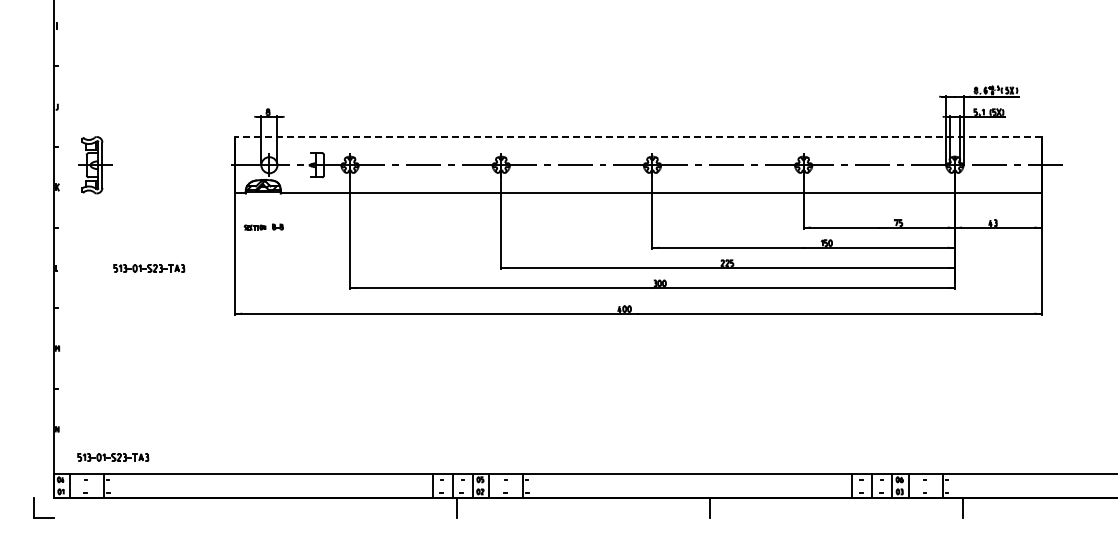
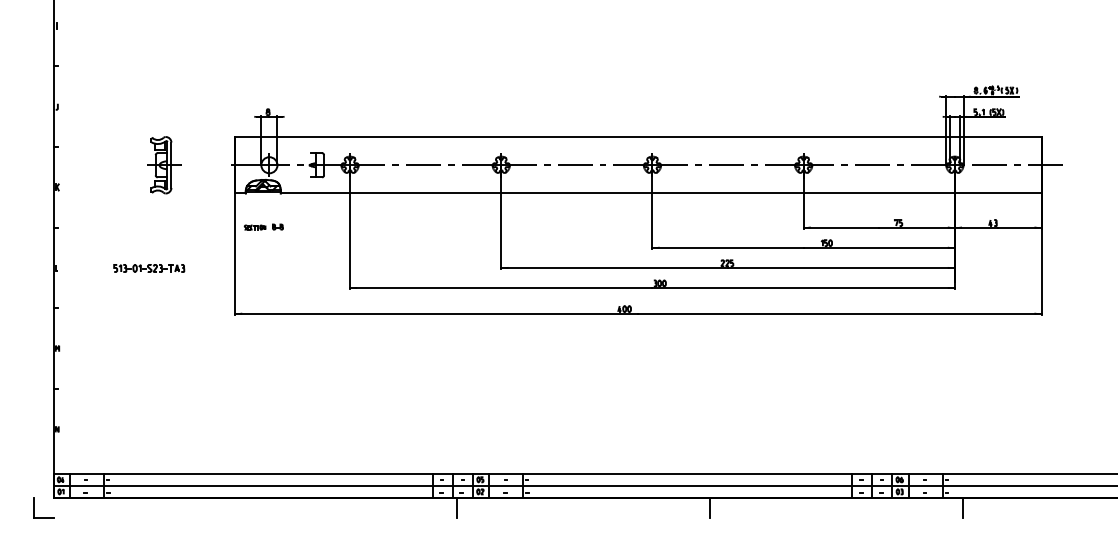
line at (637, 137): dashed -> solid
part at (95, 165) position: (95, 165) -> (164, 165)
part at (113, 457): present -> none
line at (583, 485): none -> present
